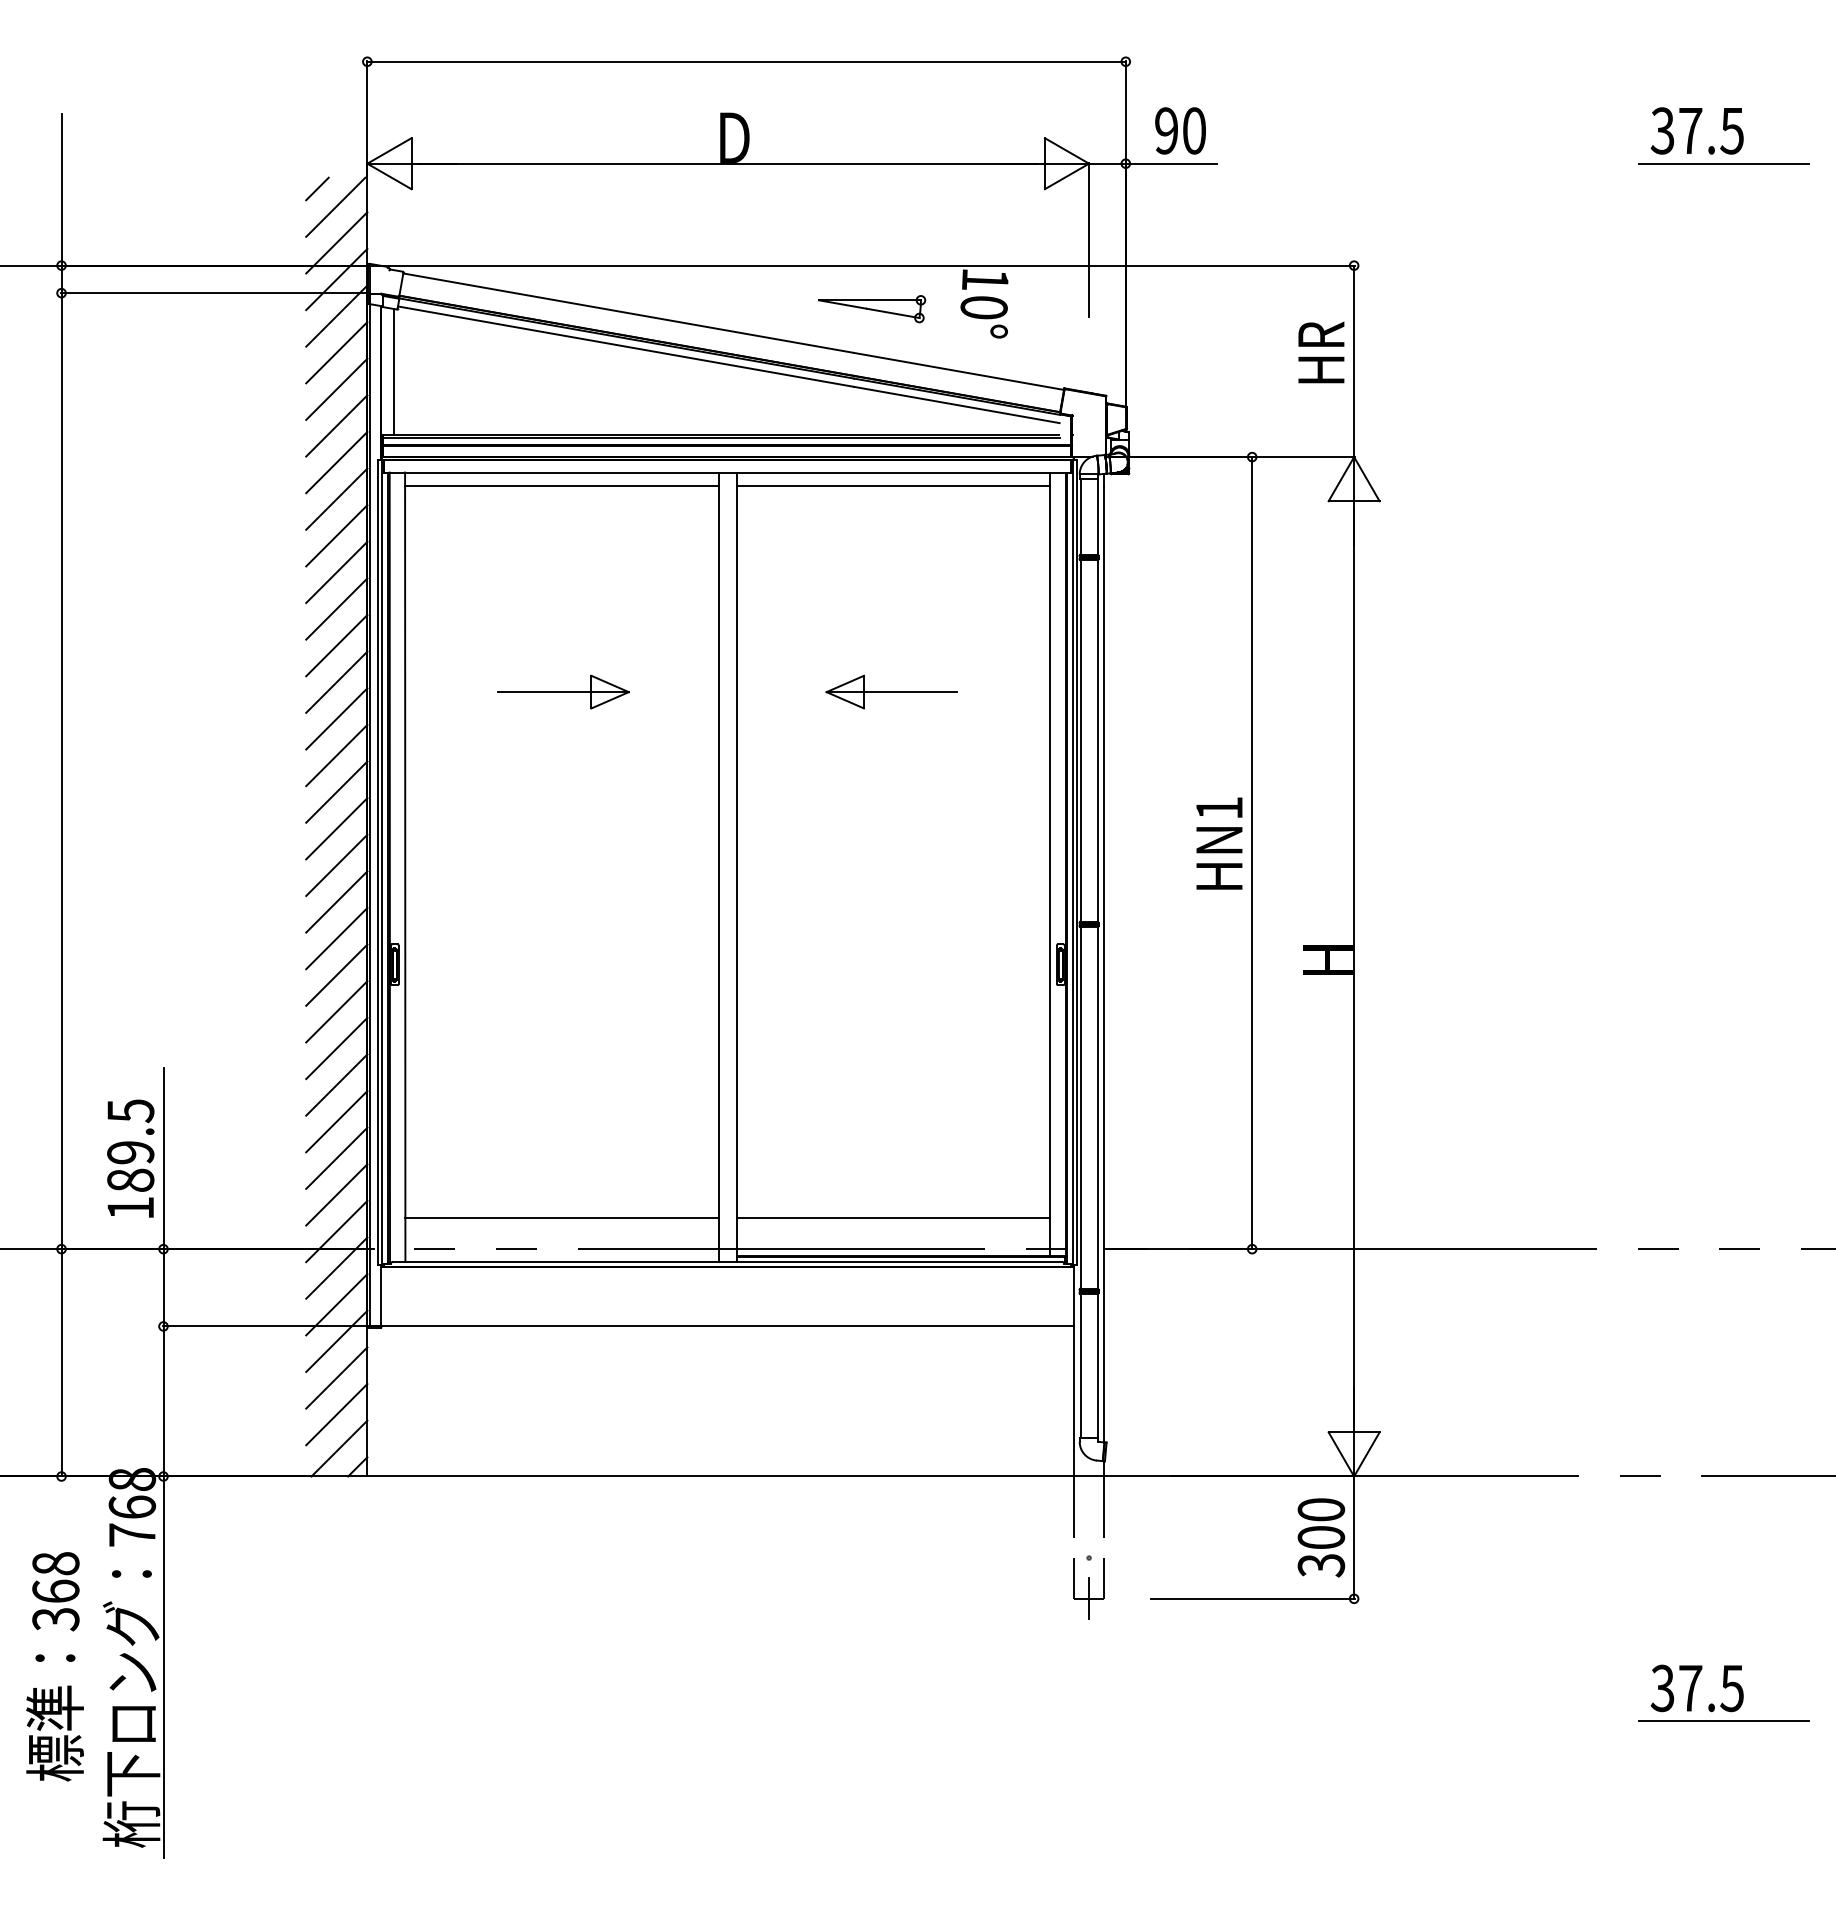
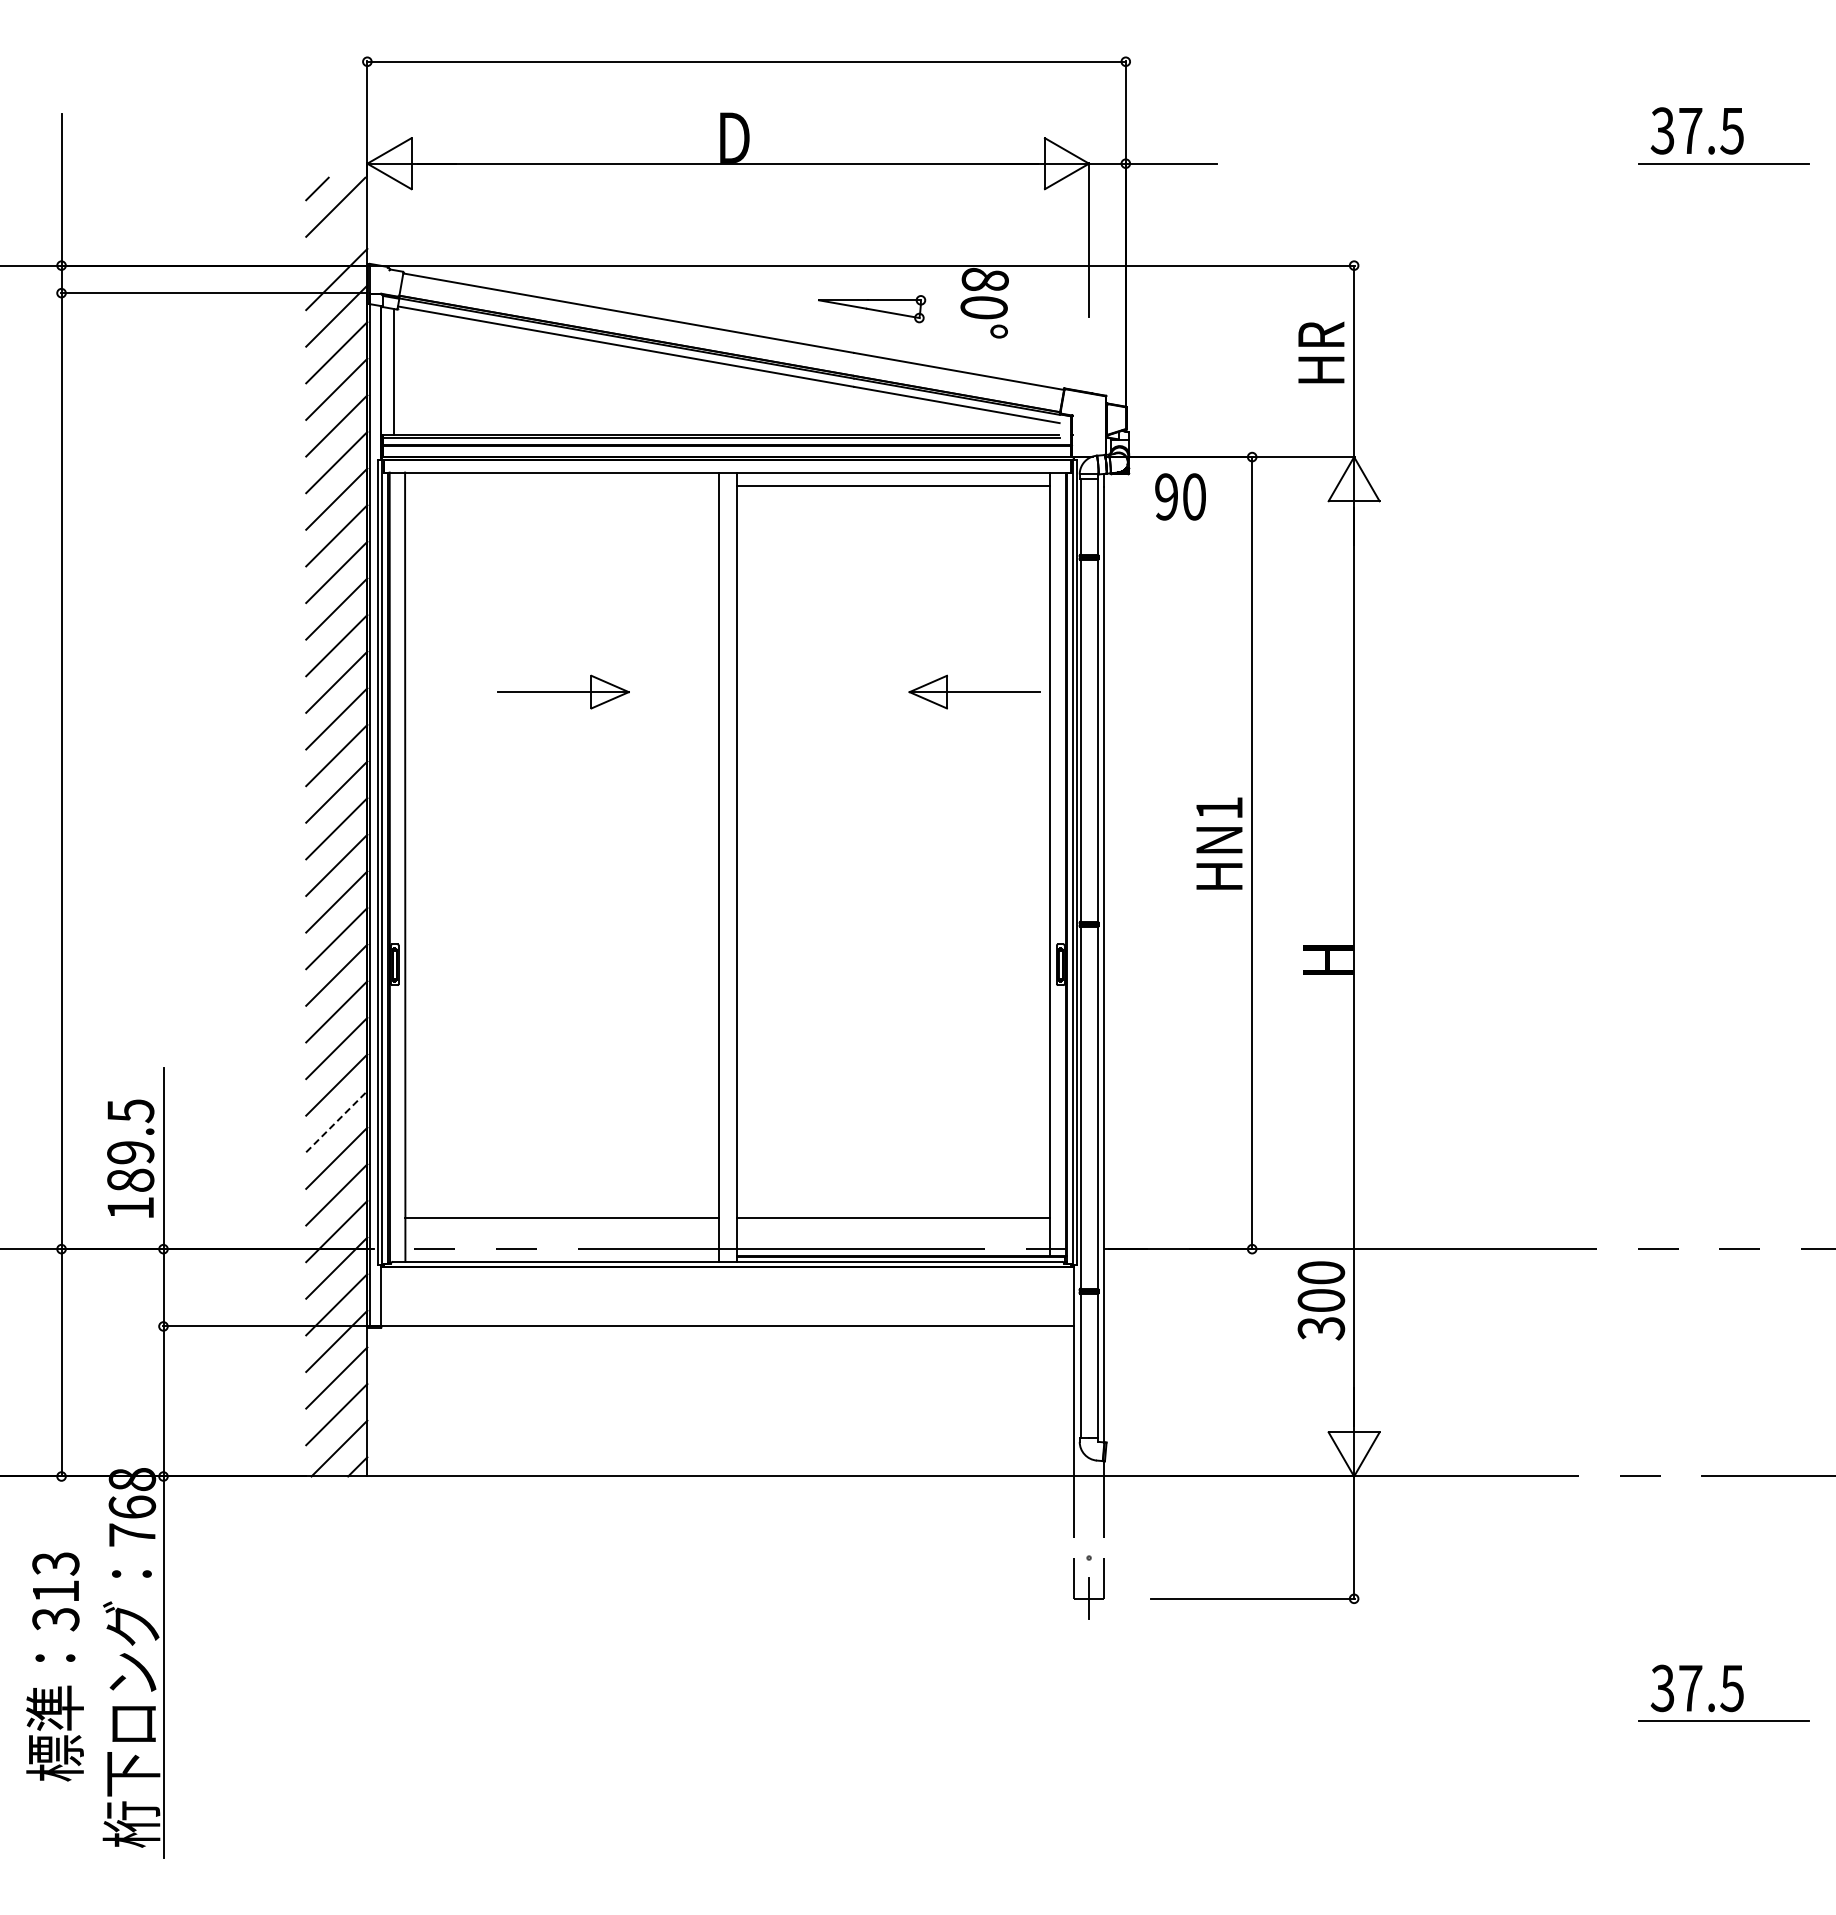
text at (1180, 130) position: (1180, 130) -> (1180, 496)
line at (336, 242): present -> none
text at (984, 279): 10° -> 80°
line at (561, 485): present -> none
part at (891, 691) position: (891, 691) -> (974, 691)
line at (337, 1121): solid -> dashed
text at (1321, 1537) position: (1321, 1537) -> (1321, 1300)
text at (55, 1577): 368 -> 313
